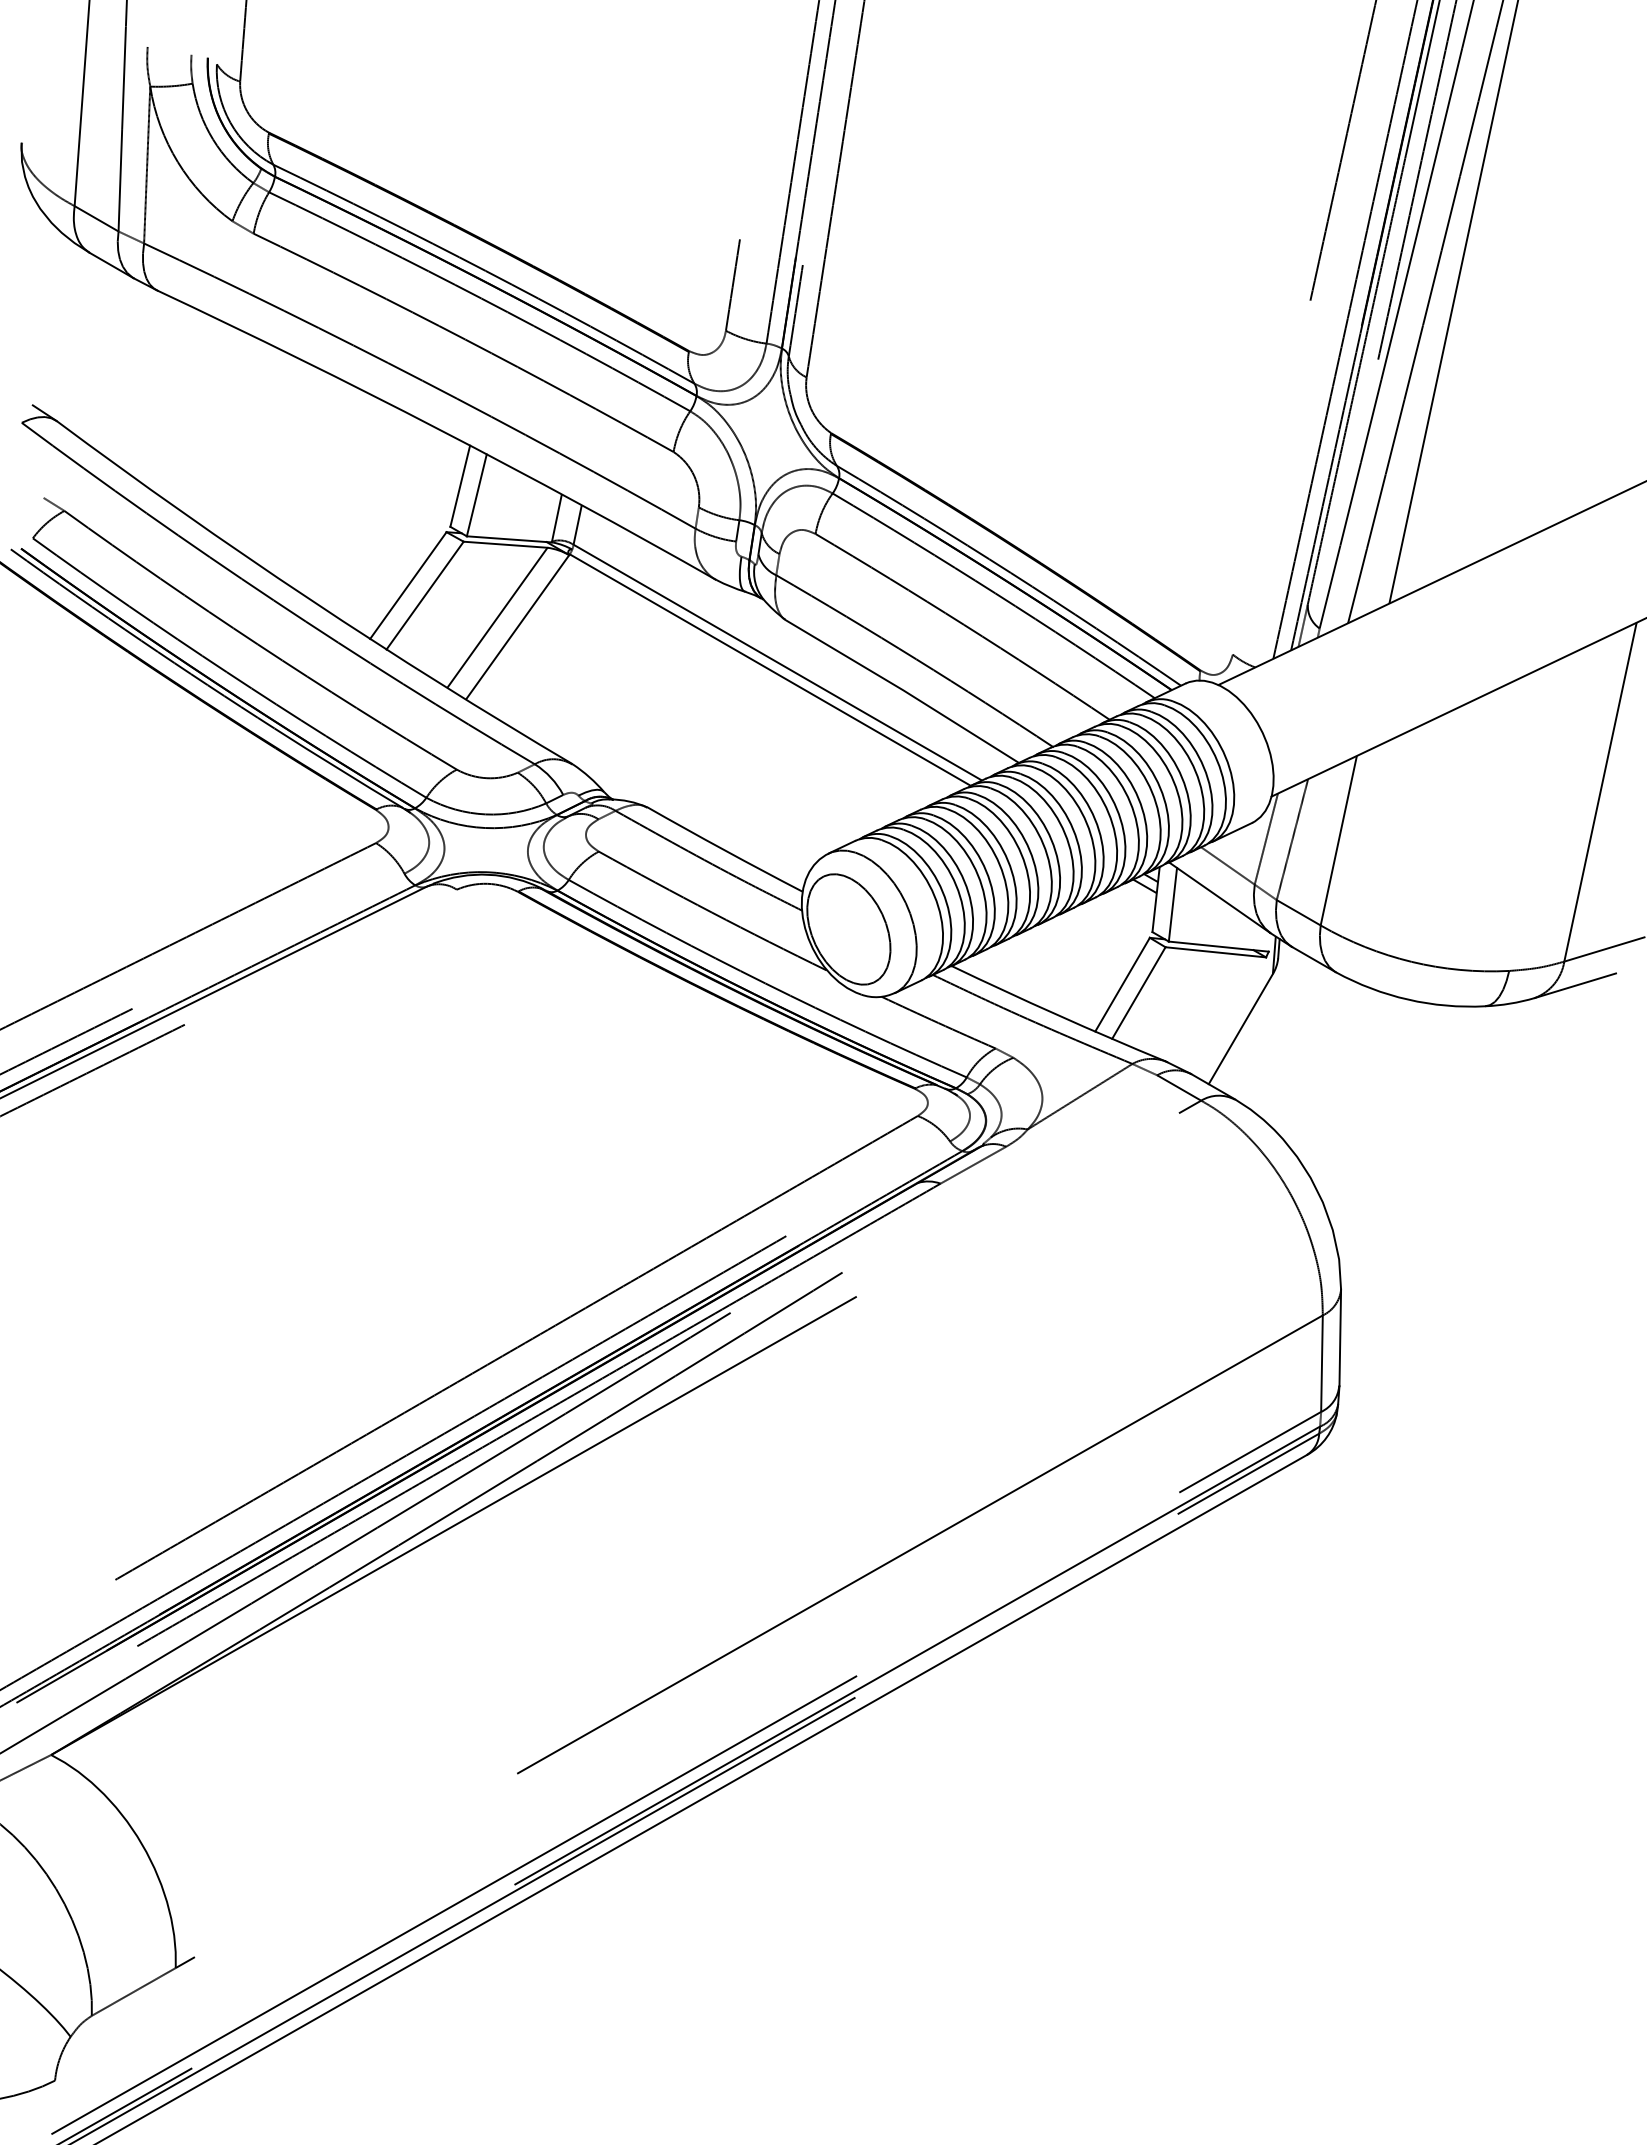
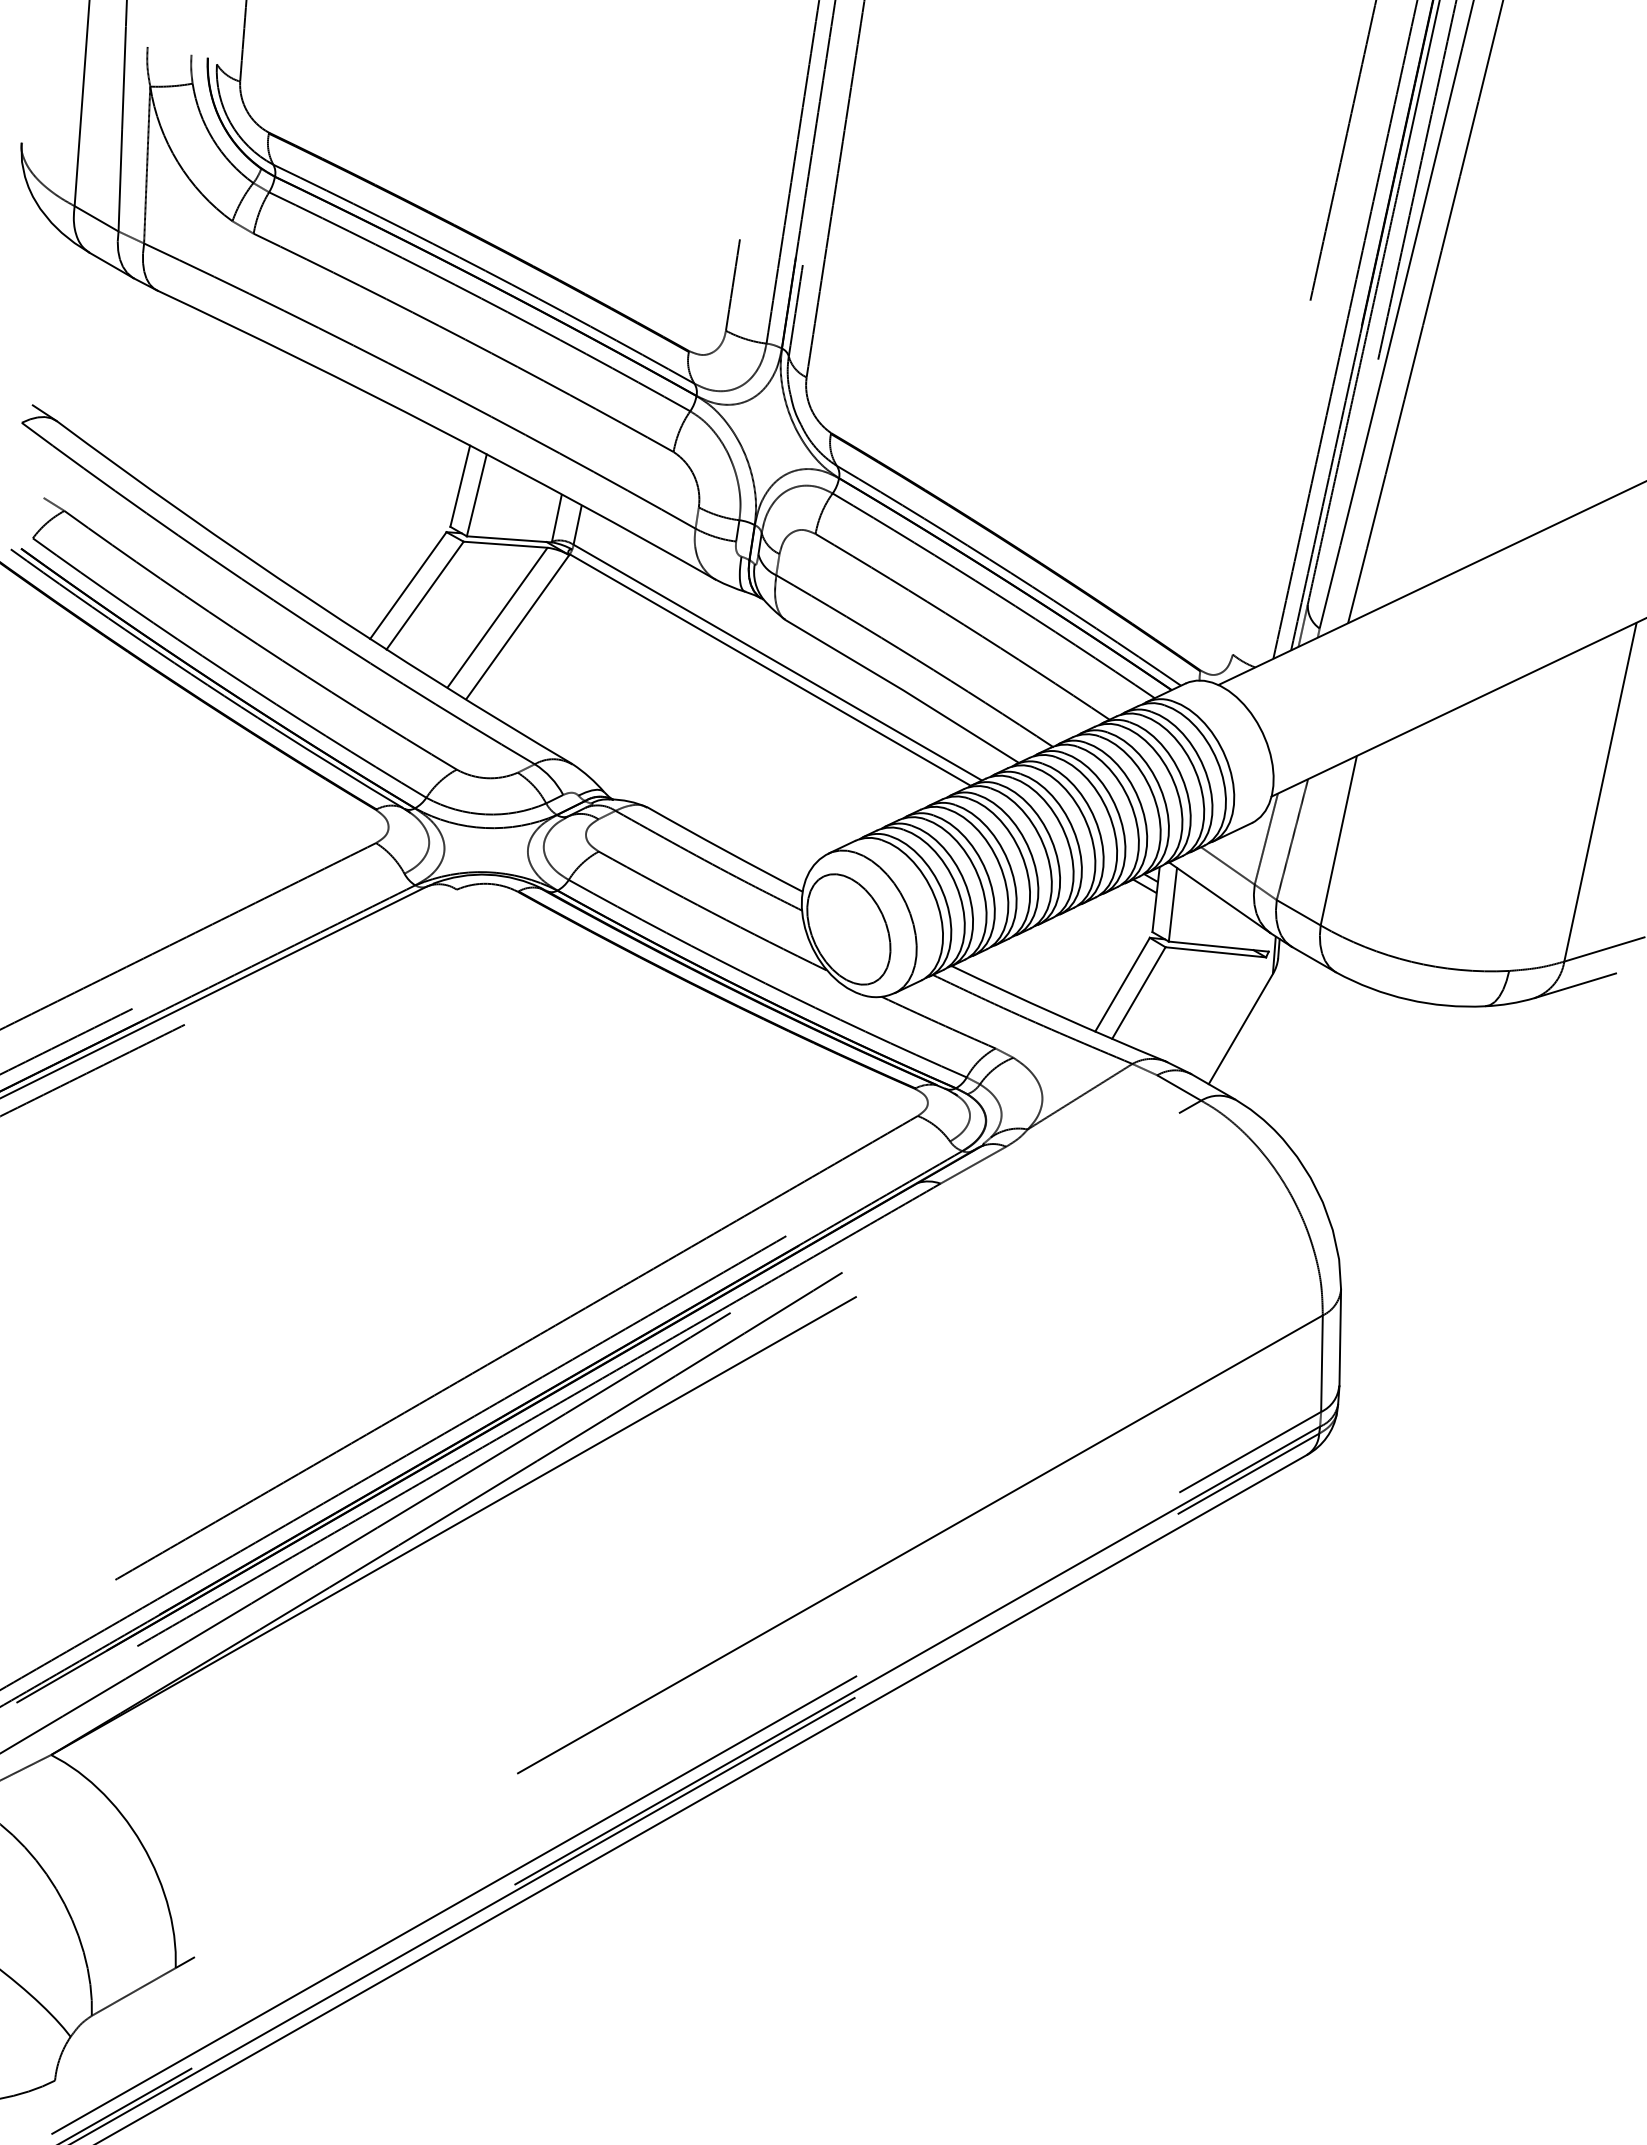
line at (1453, 302): present -> none
